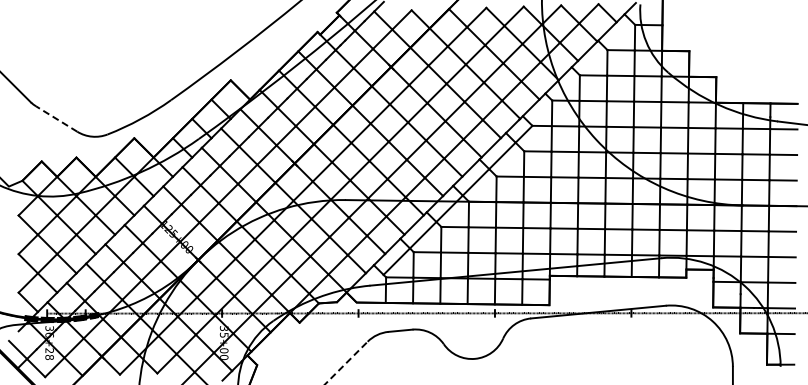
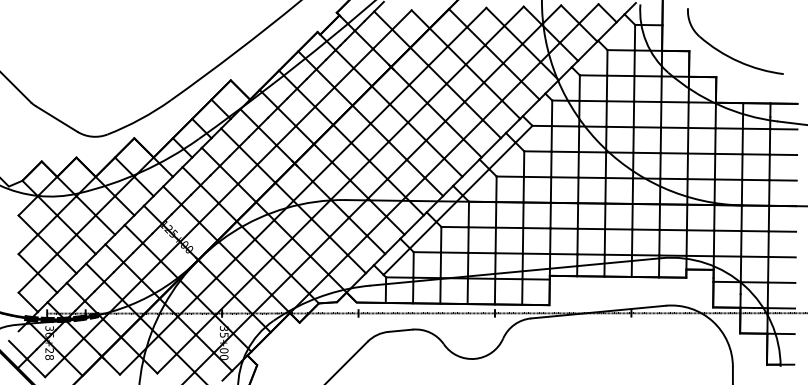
part at (727, 54): none -> present
line at (56, 118): dashed -> solid
line at (346, 362): dashed -> solid
